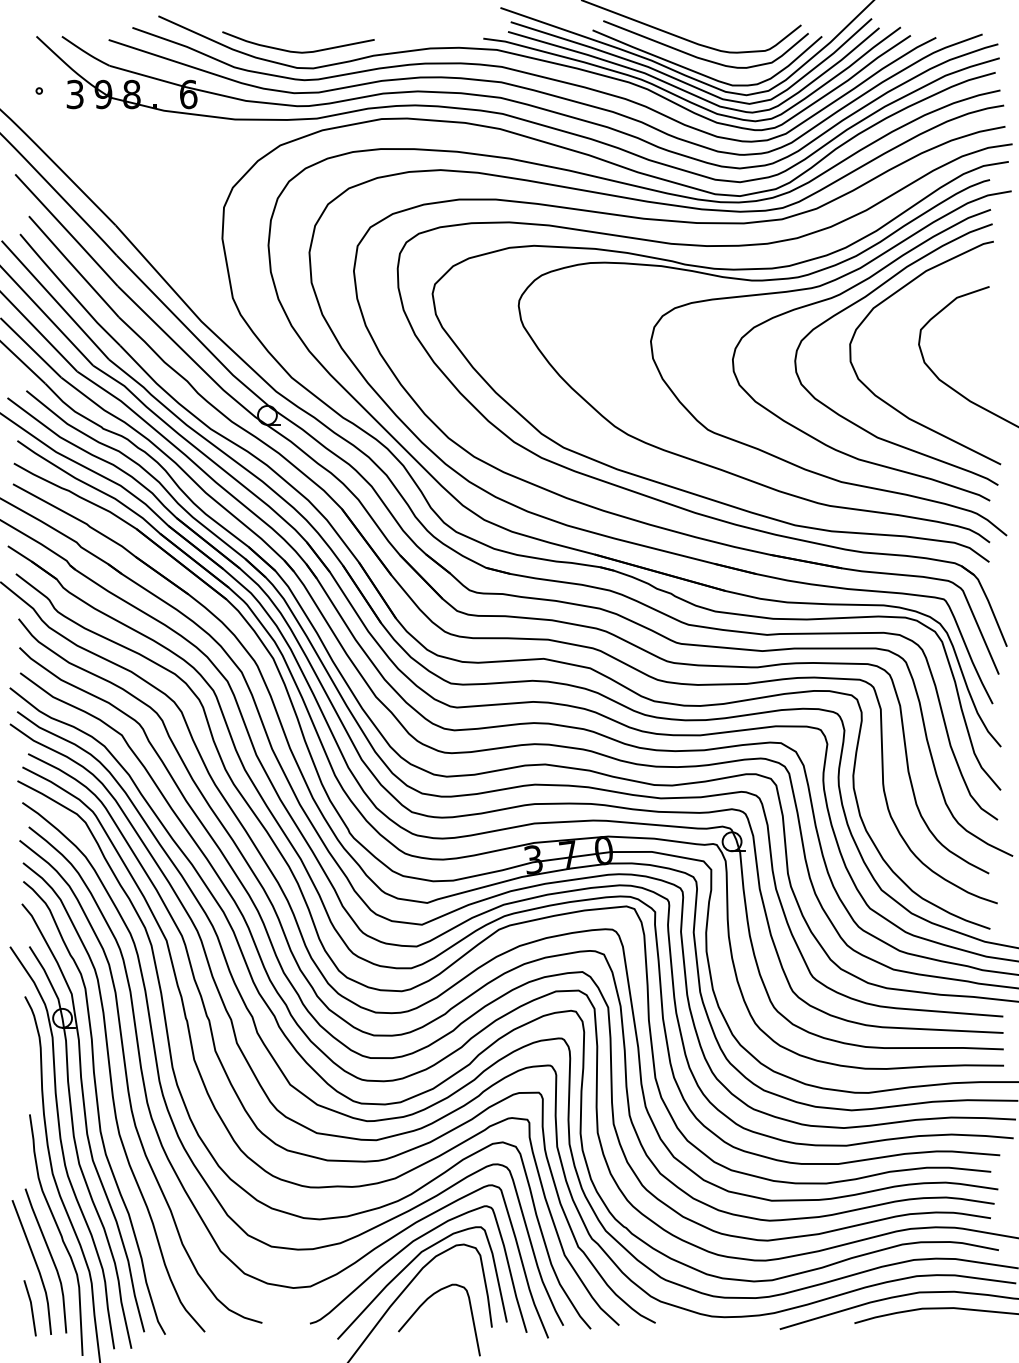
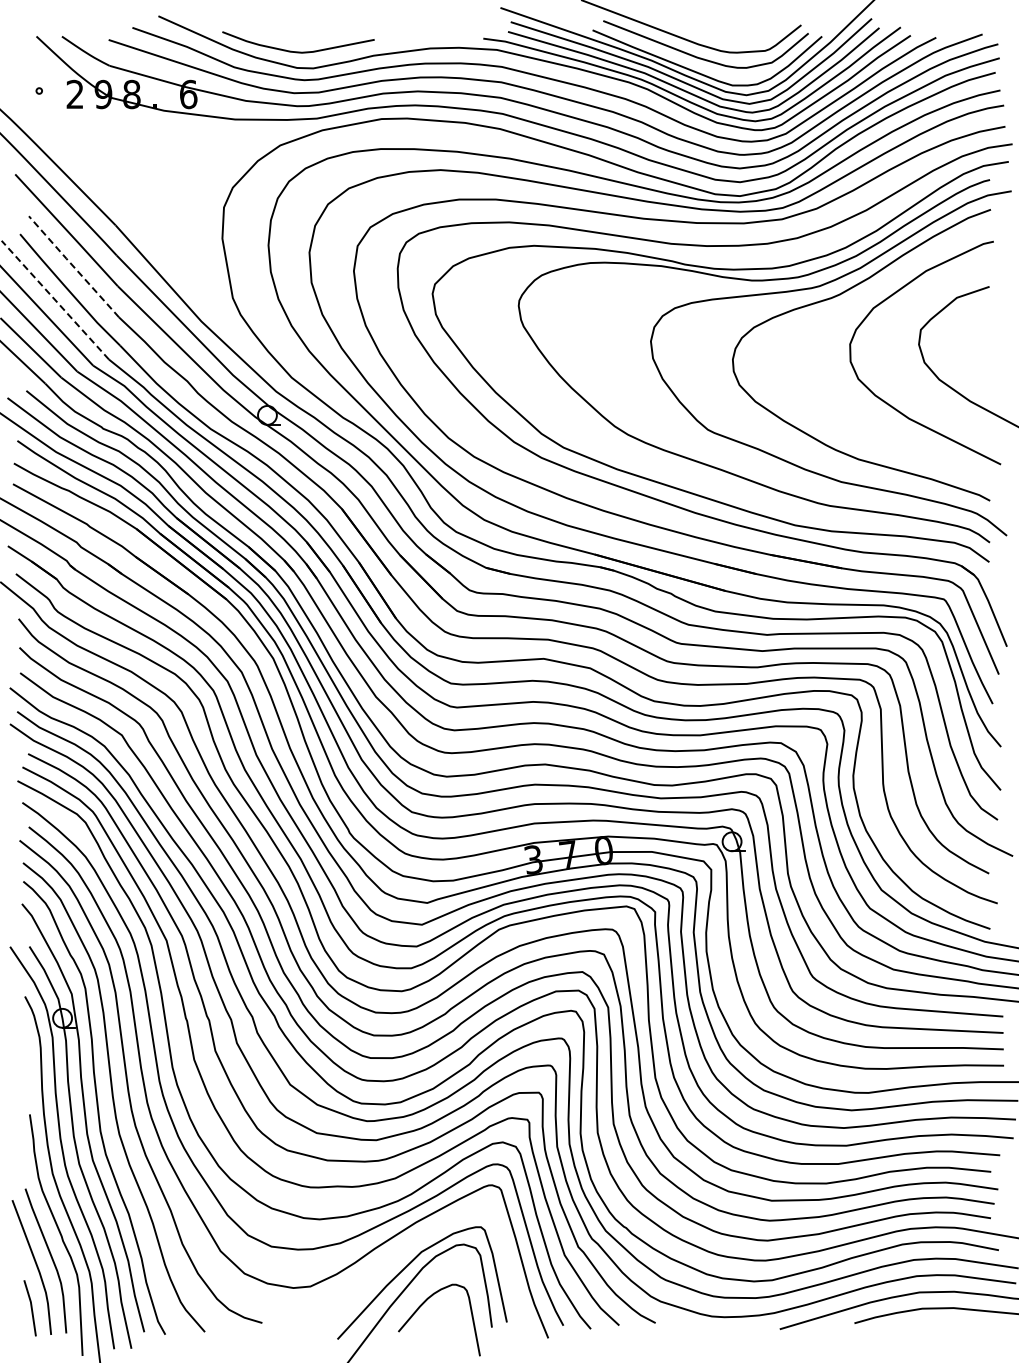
text at (74, 94): 3 -> 2
line at (73, 266): solid -> dashed
line at (54, 299): solid -> dashed
curve at (863, 299): present -> none
curve at (402, 1251): present -> none
